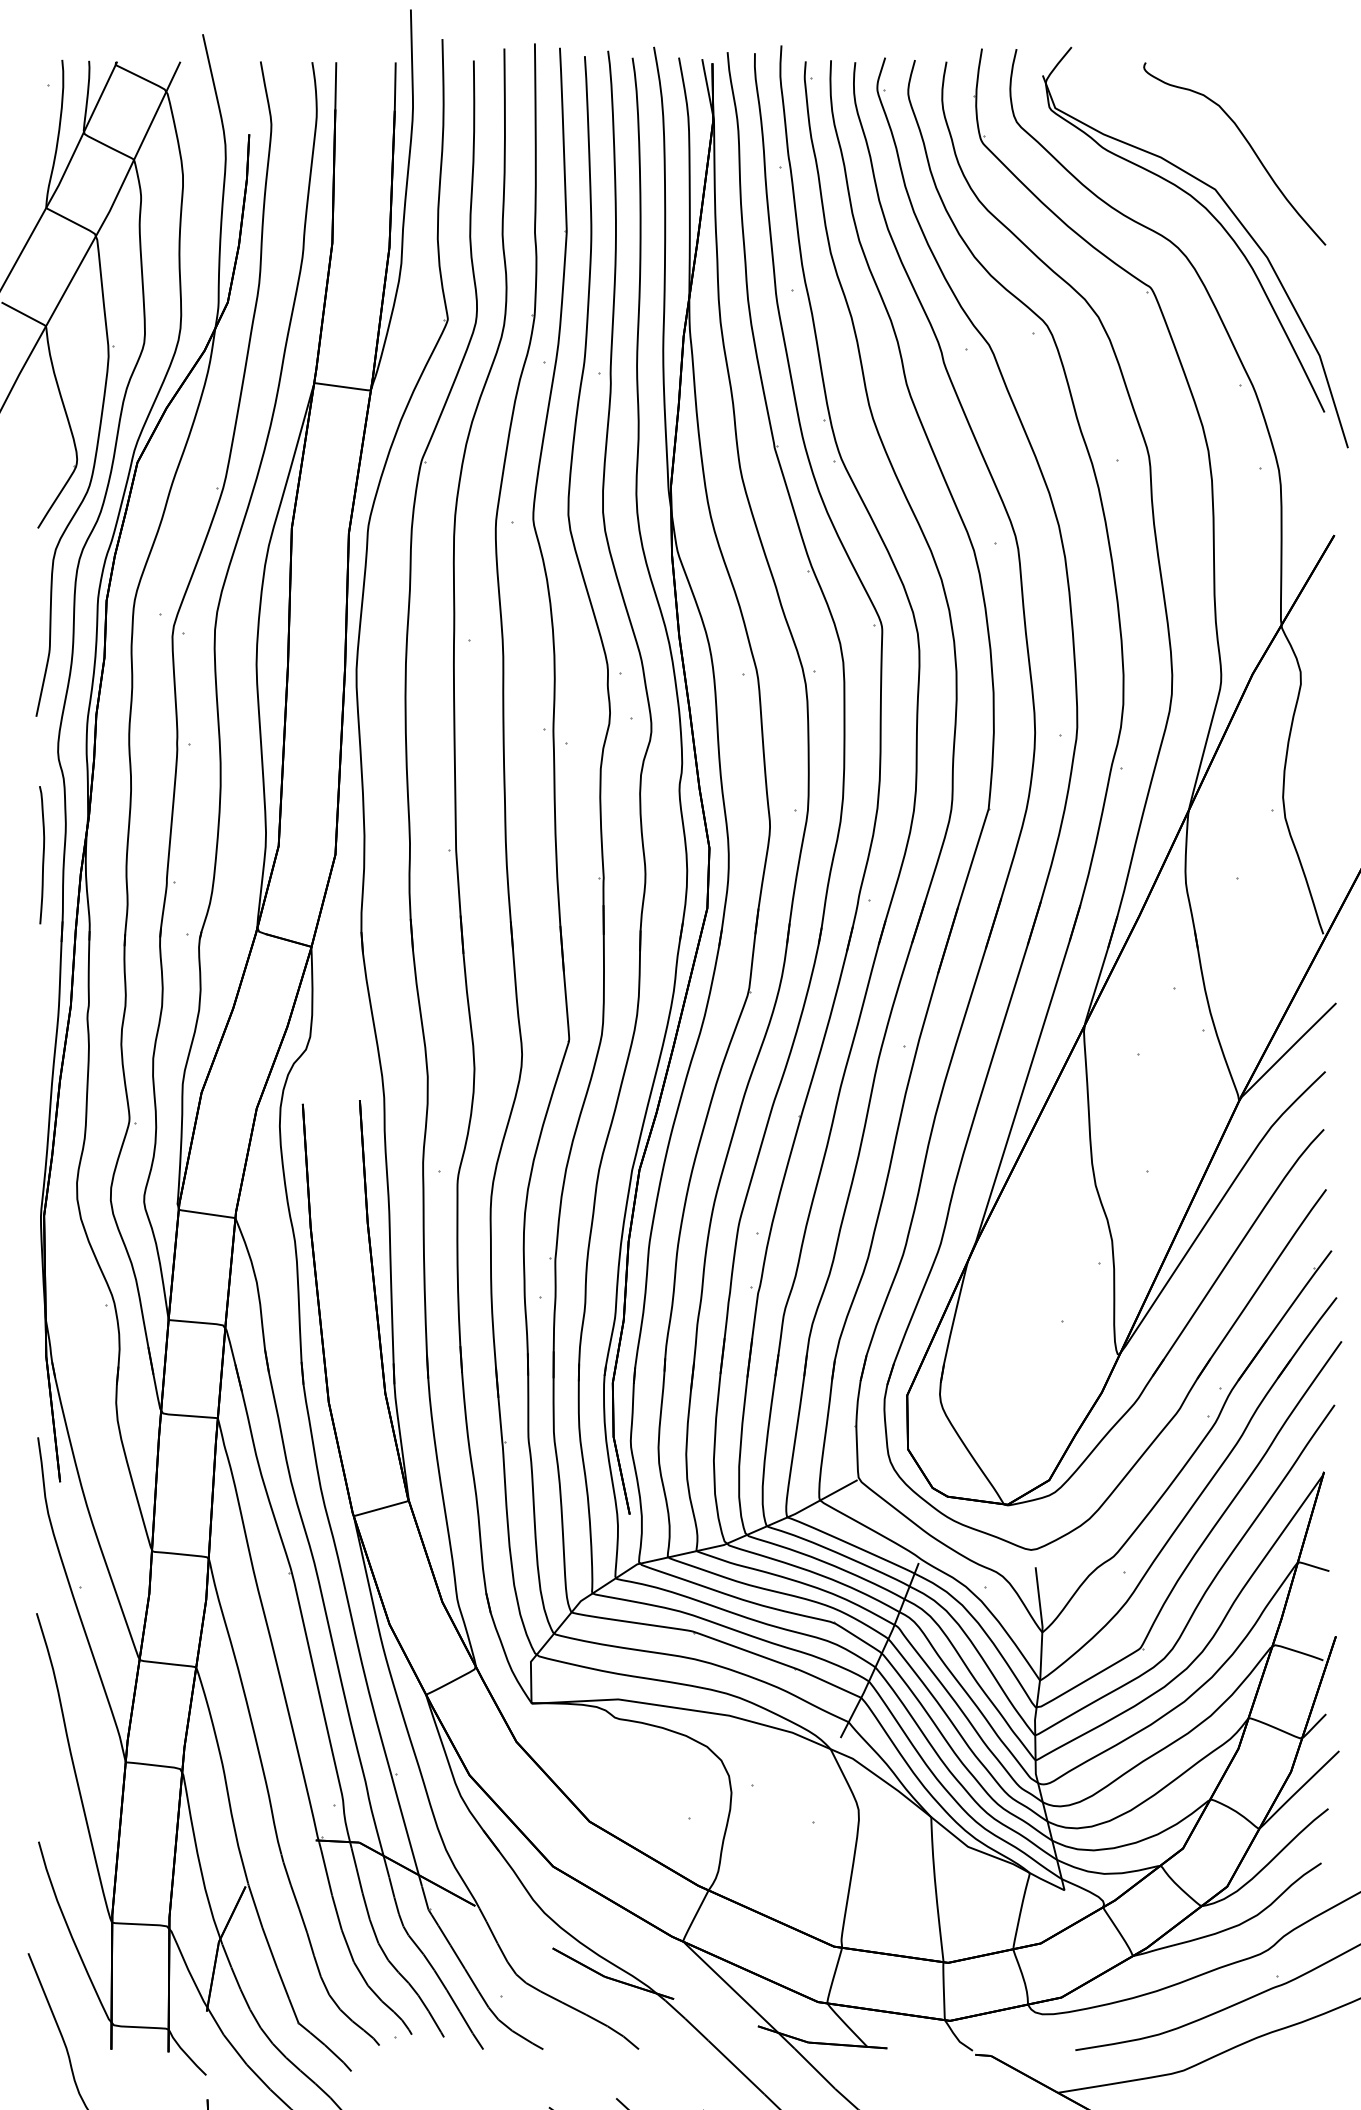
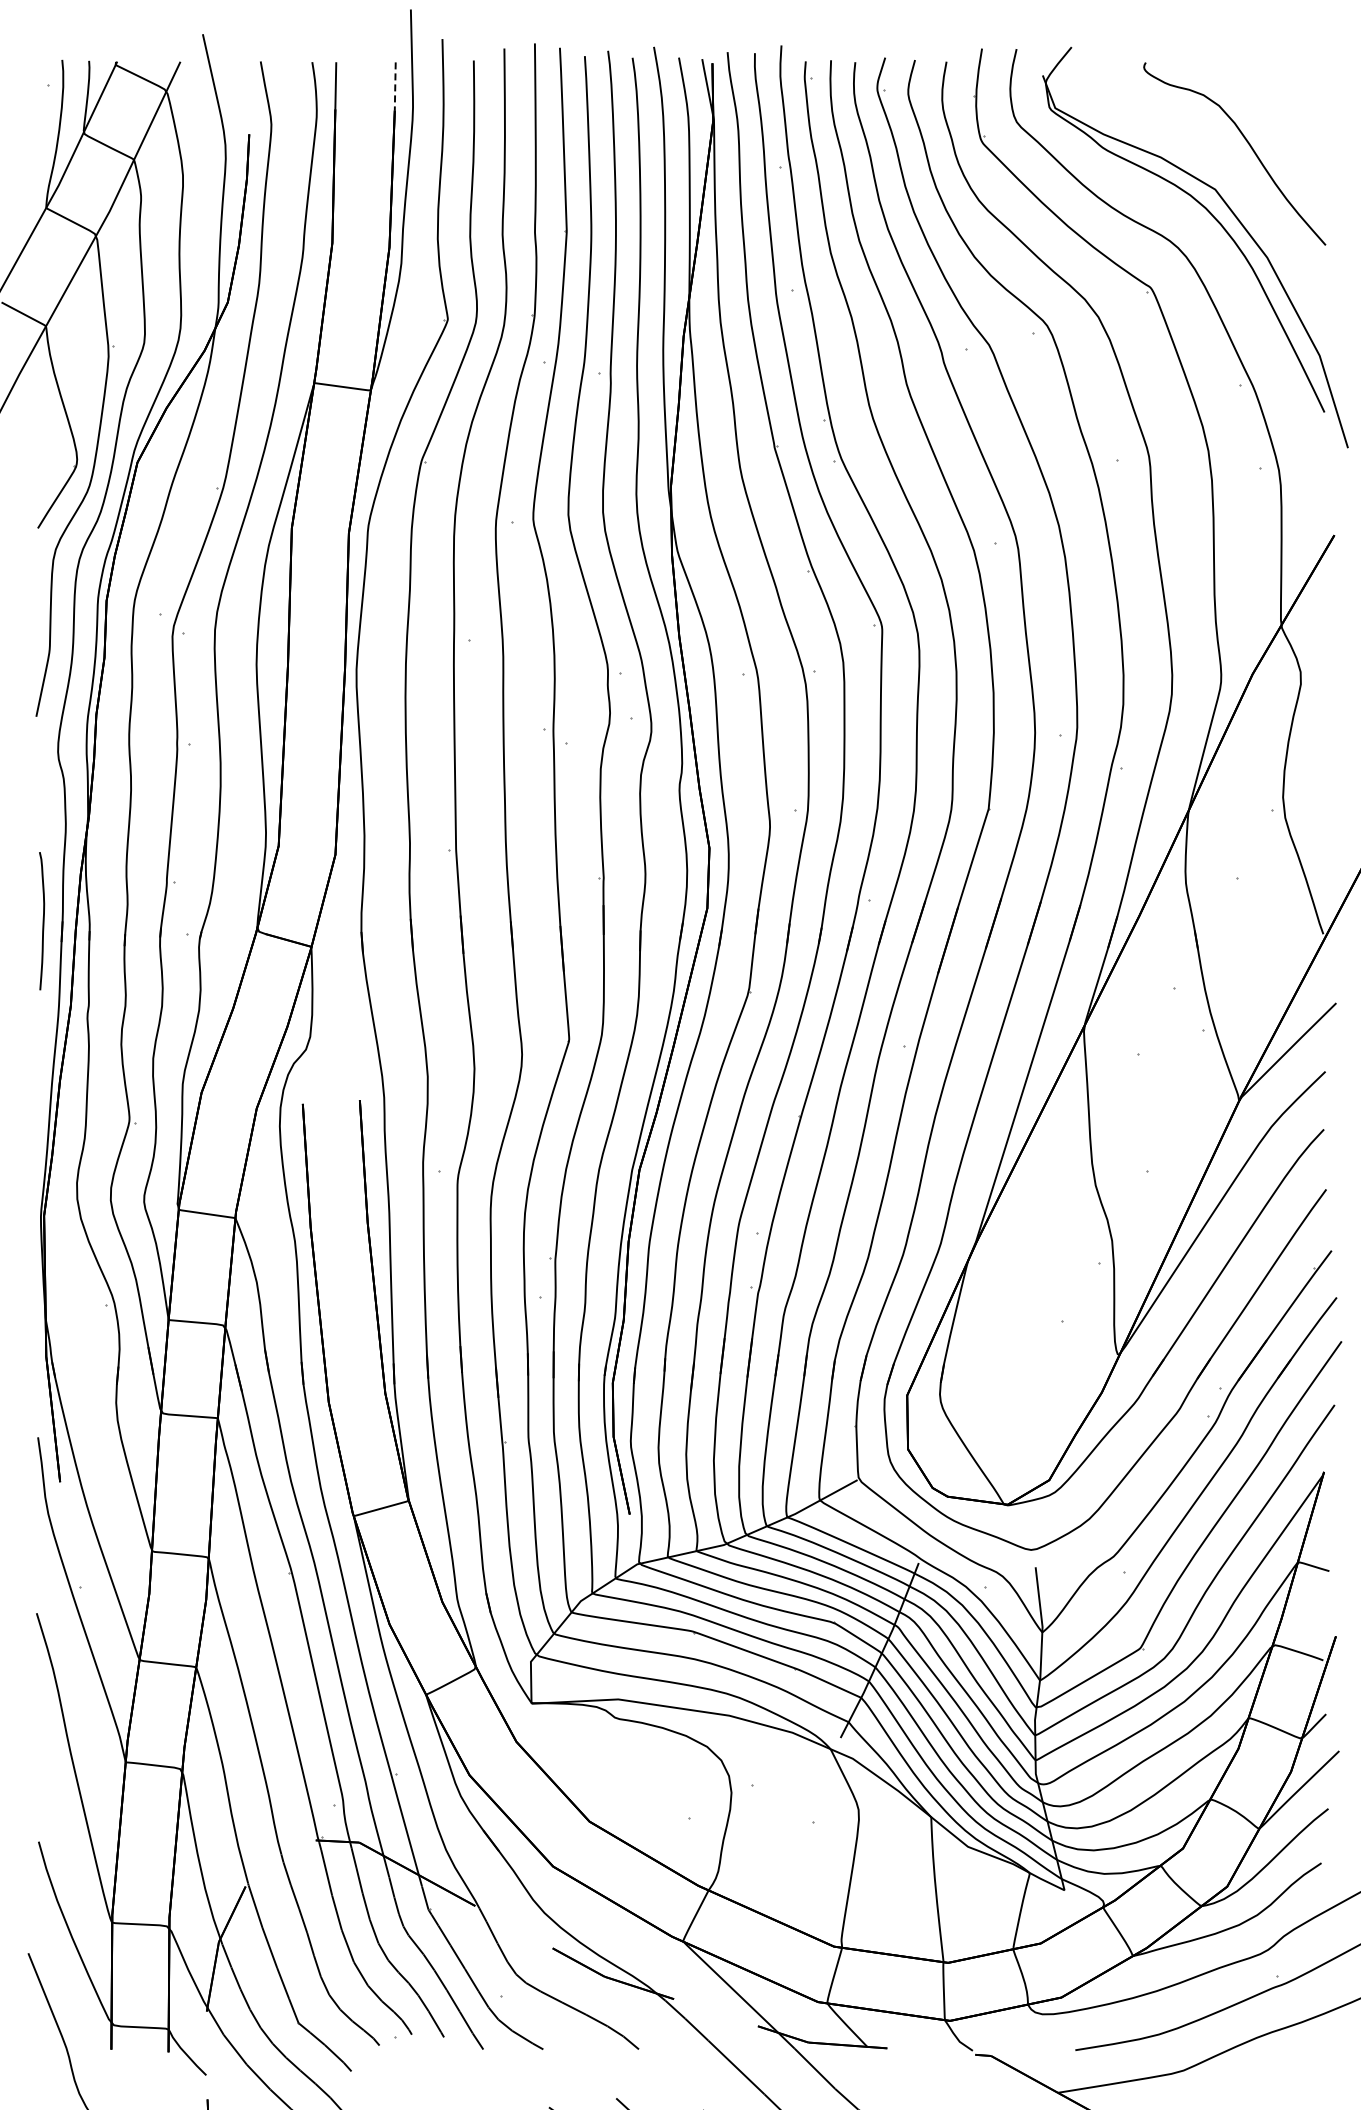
line at (395, 86): solid -> dashed
curve at (42, 855) position: (42, 855) -> (42, 921)
